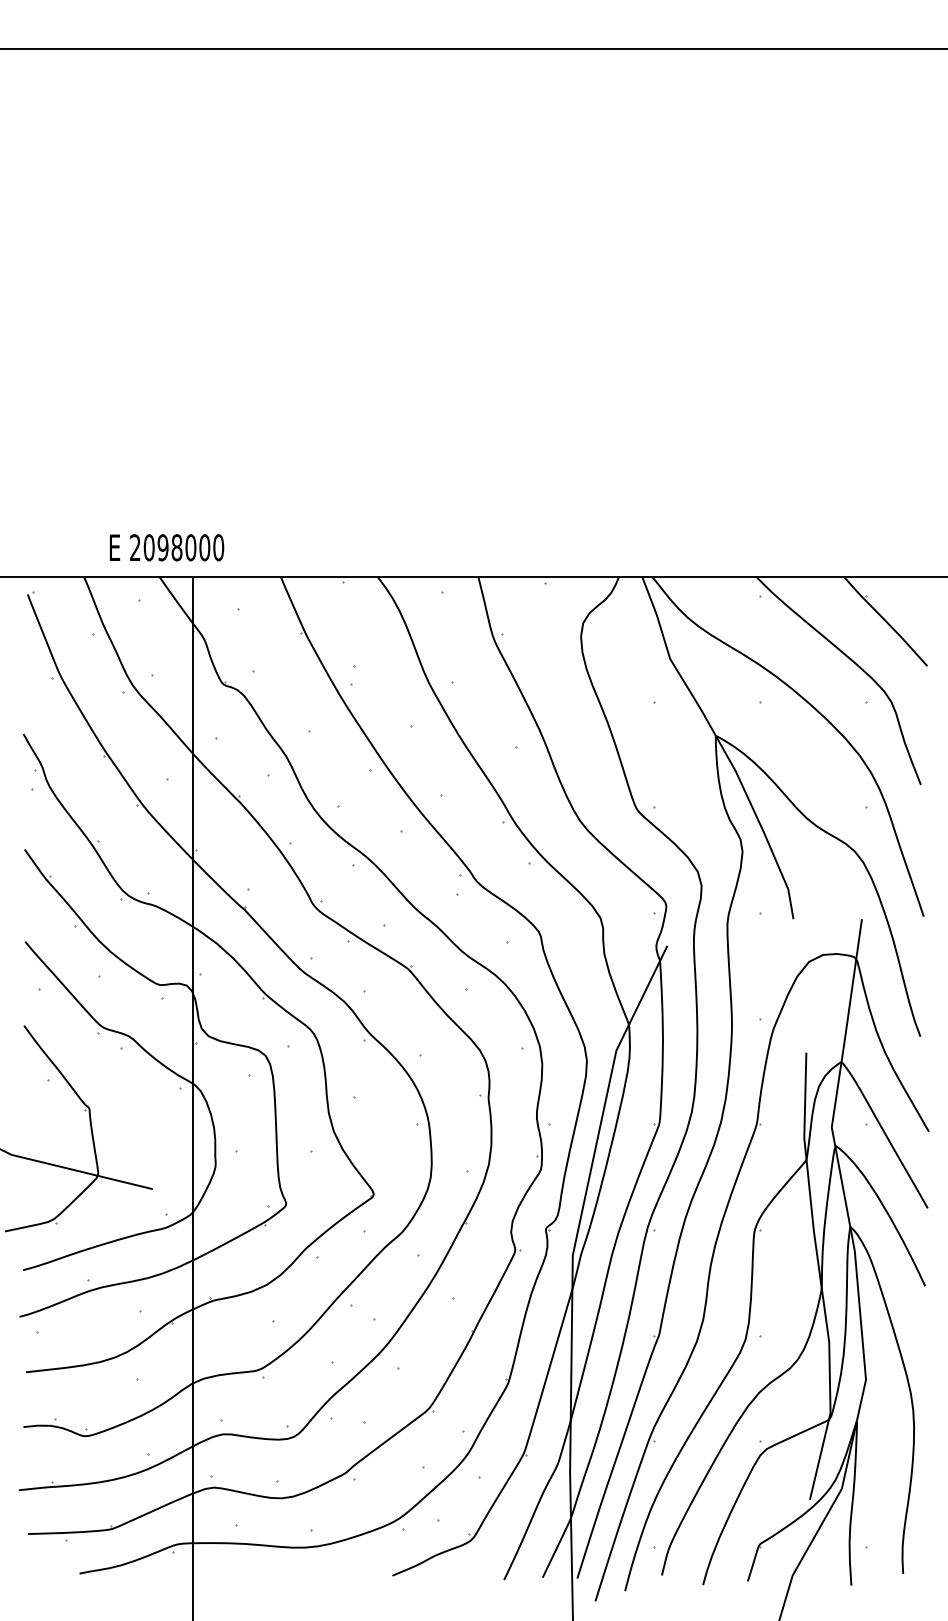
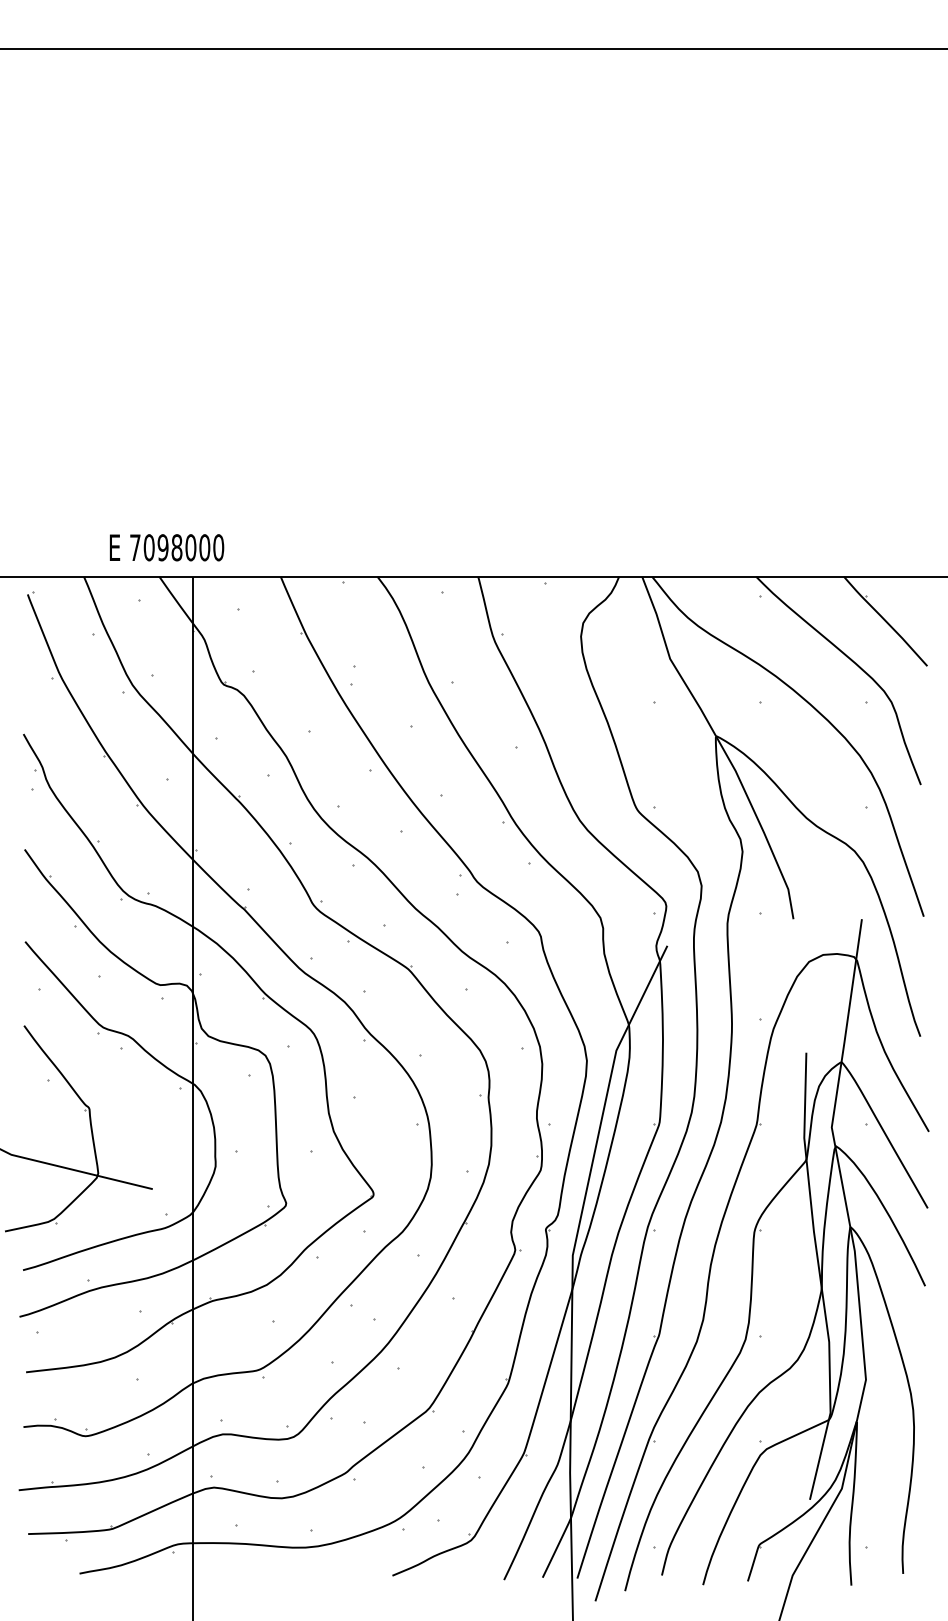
text at (135, 547): 2098000 -> 7098000
